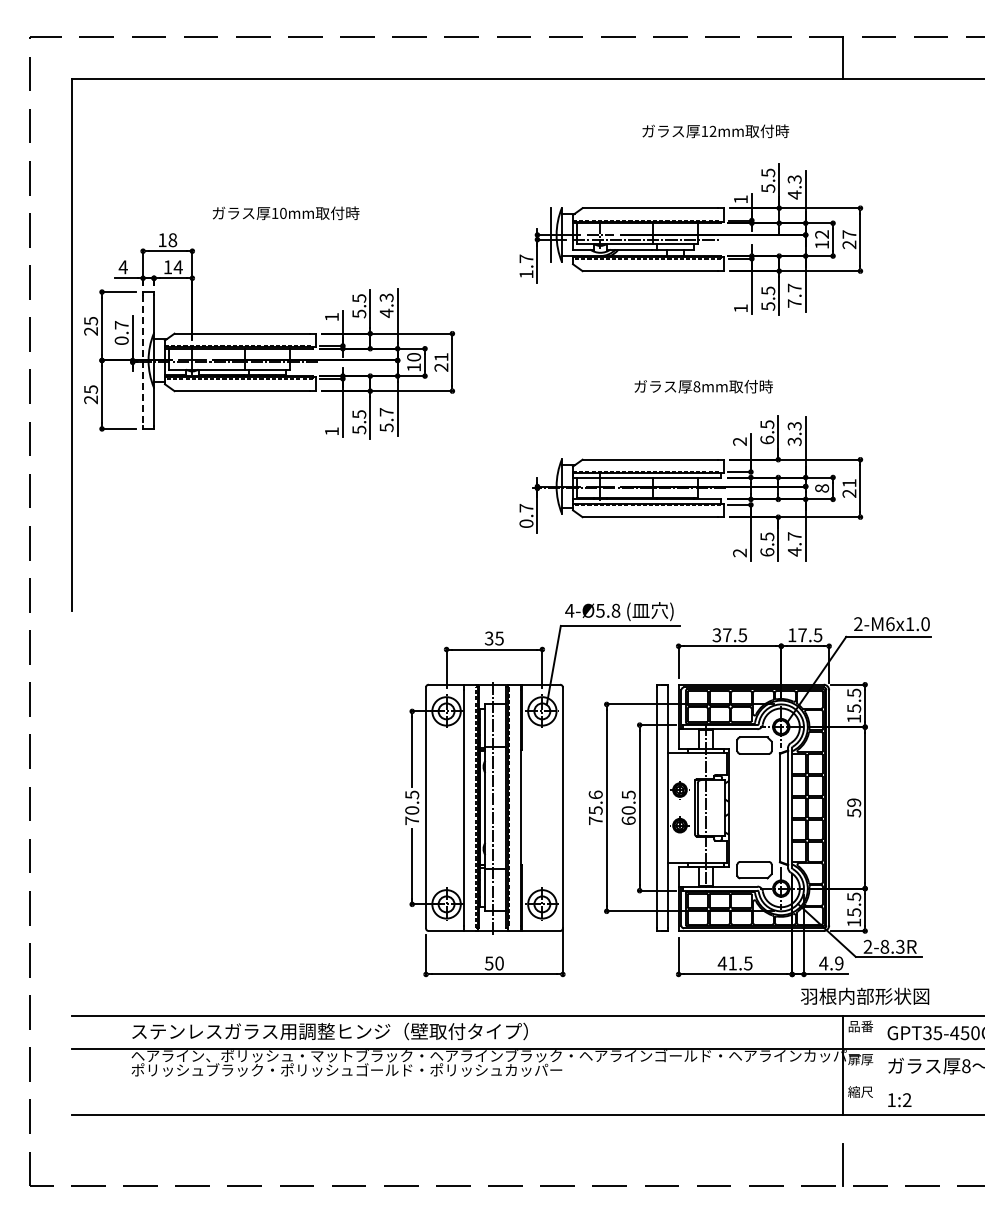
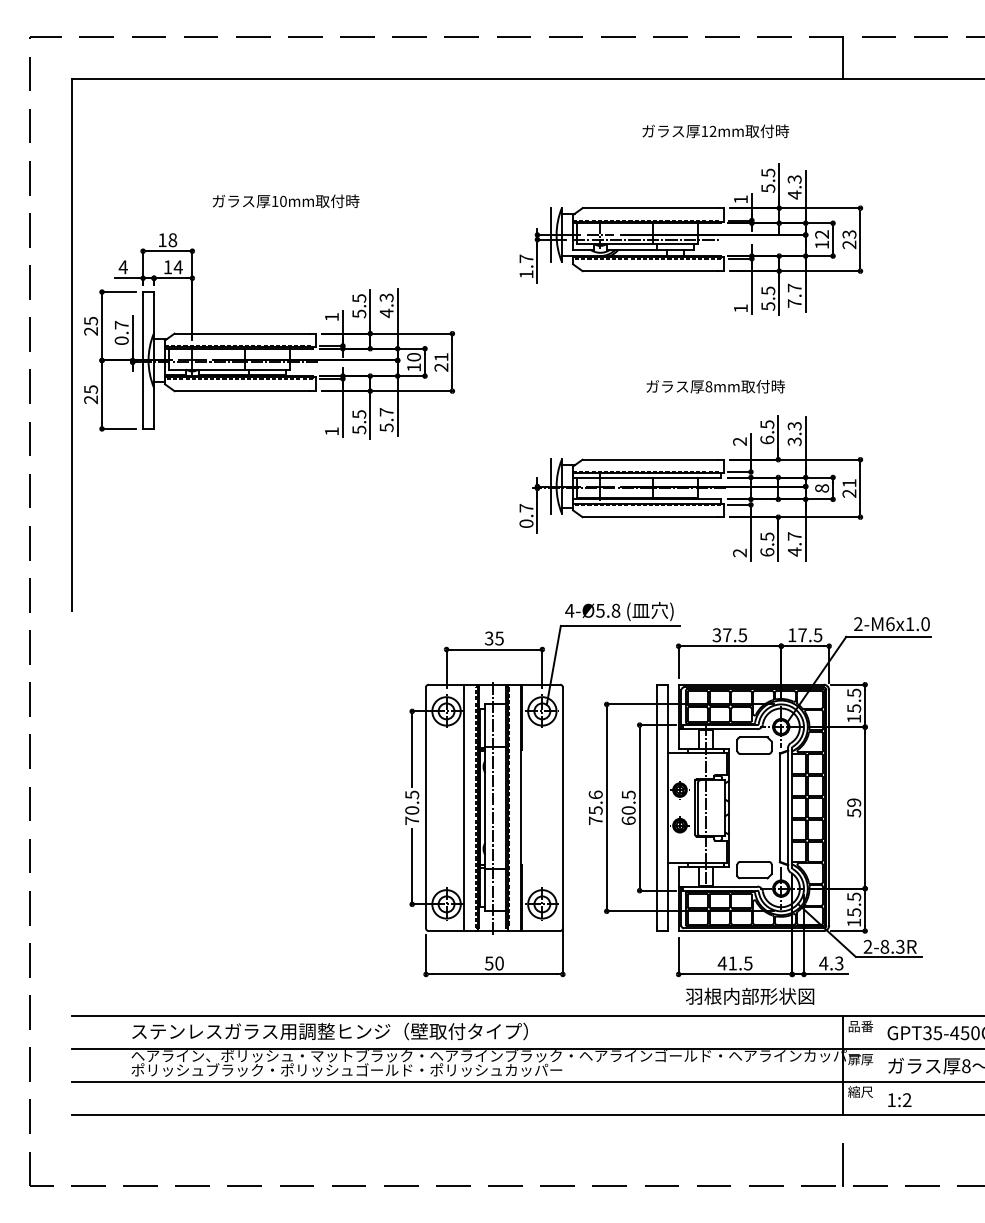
text at (286, 213) position: (286, 213) -> (286, 201)
text at (849, 234): 27 -> 23
line at (143, 360): dashed -> solid
text at (703, 386) position: (703, 386) -> (715, 386)
line at (551, 486): none -> present
text at (839, 963): 4.9 -> 4.3
text at (865, 995) position: (865, 995) -> (750, 995)
line at (526, 1081): none -> present
